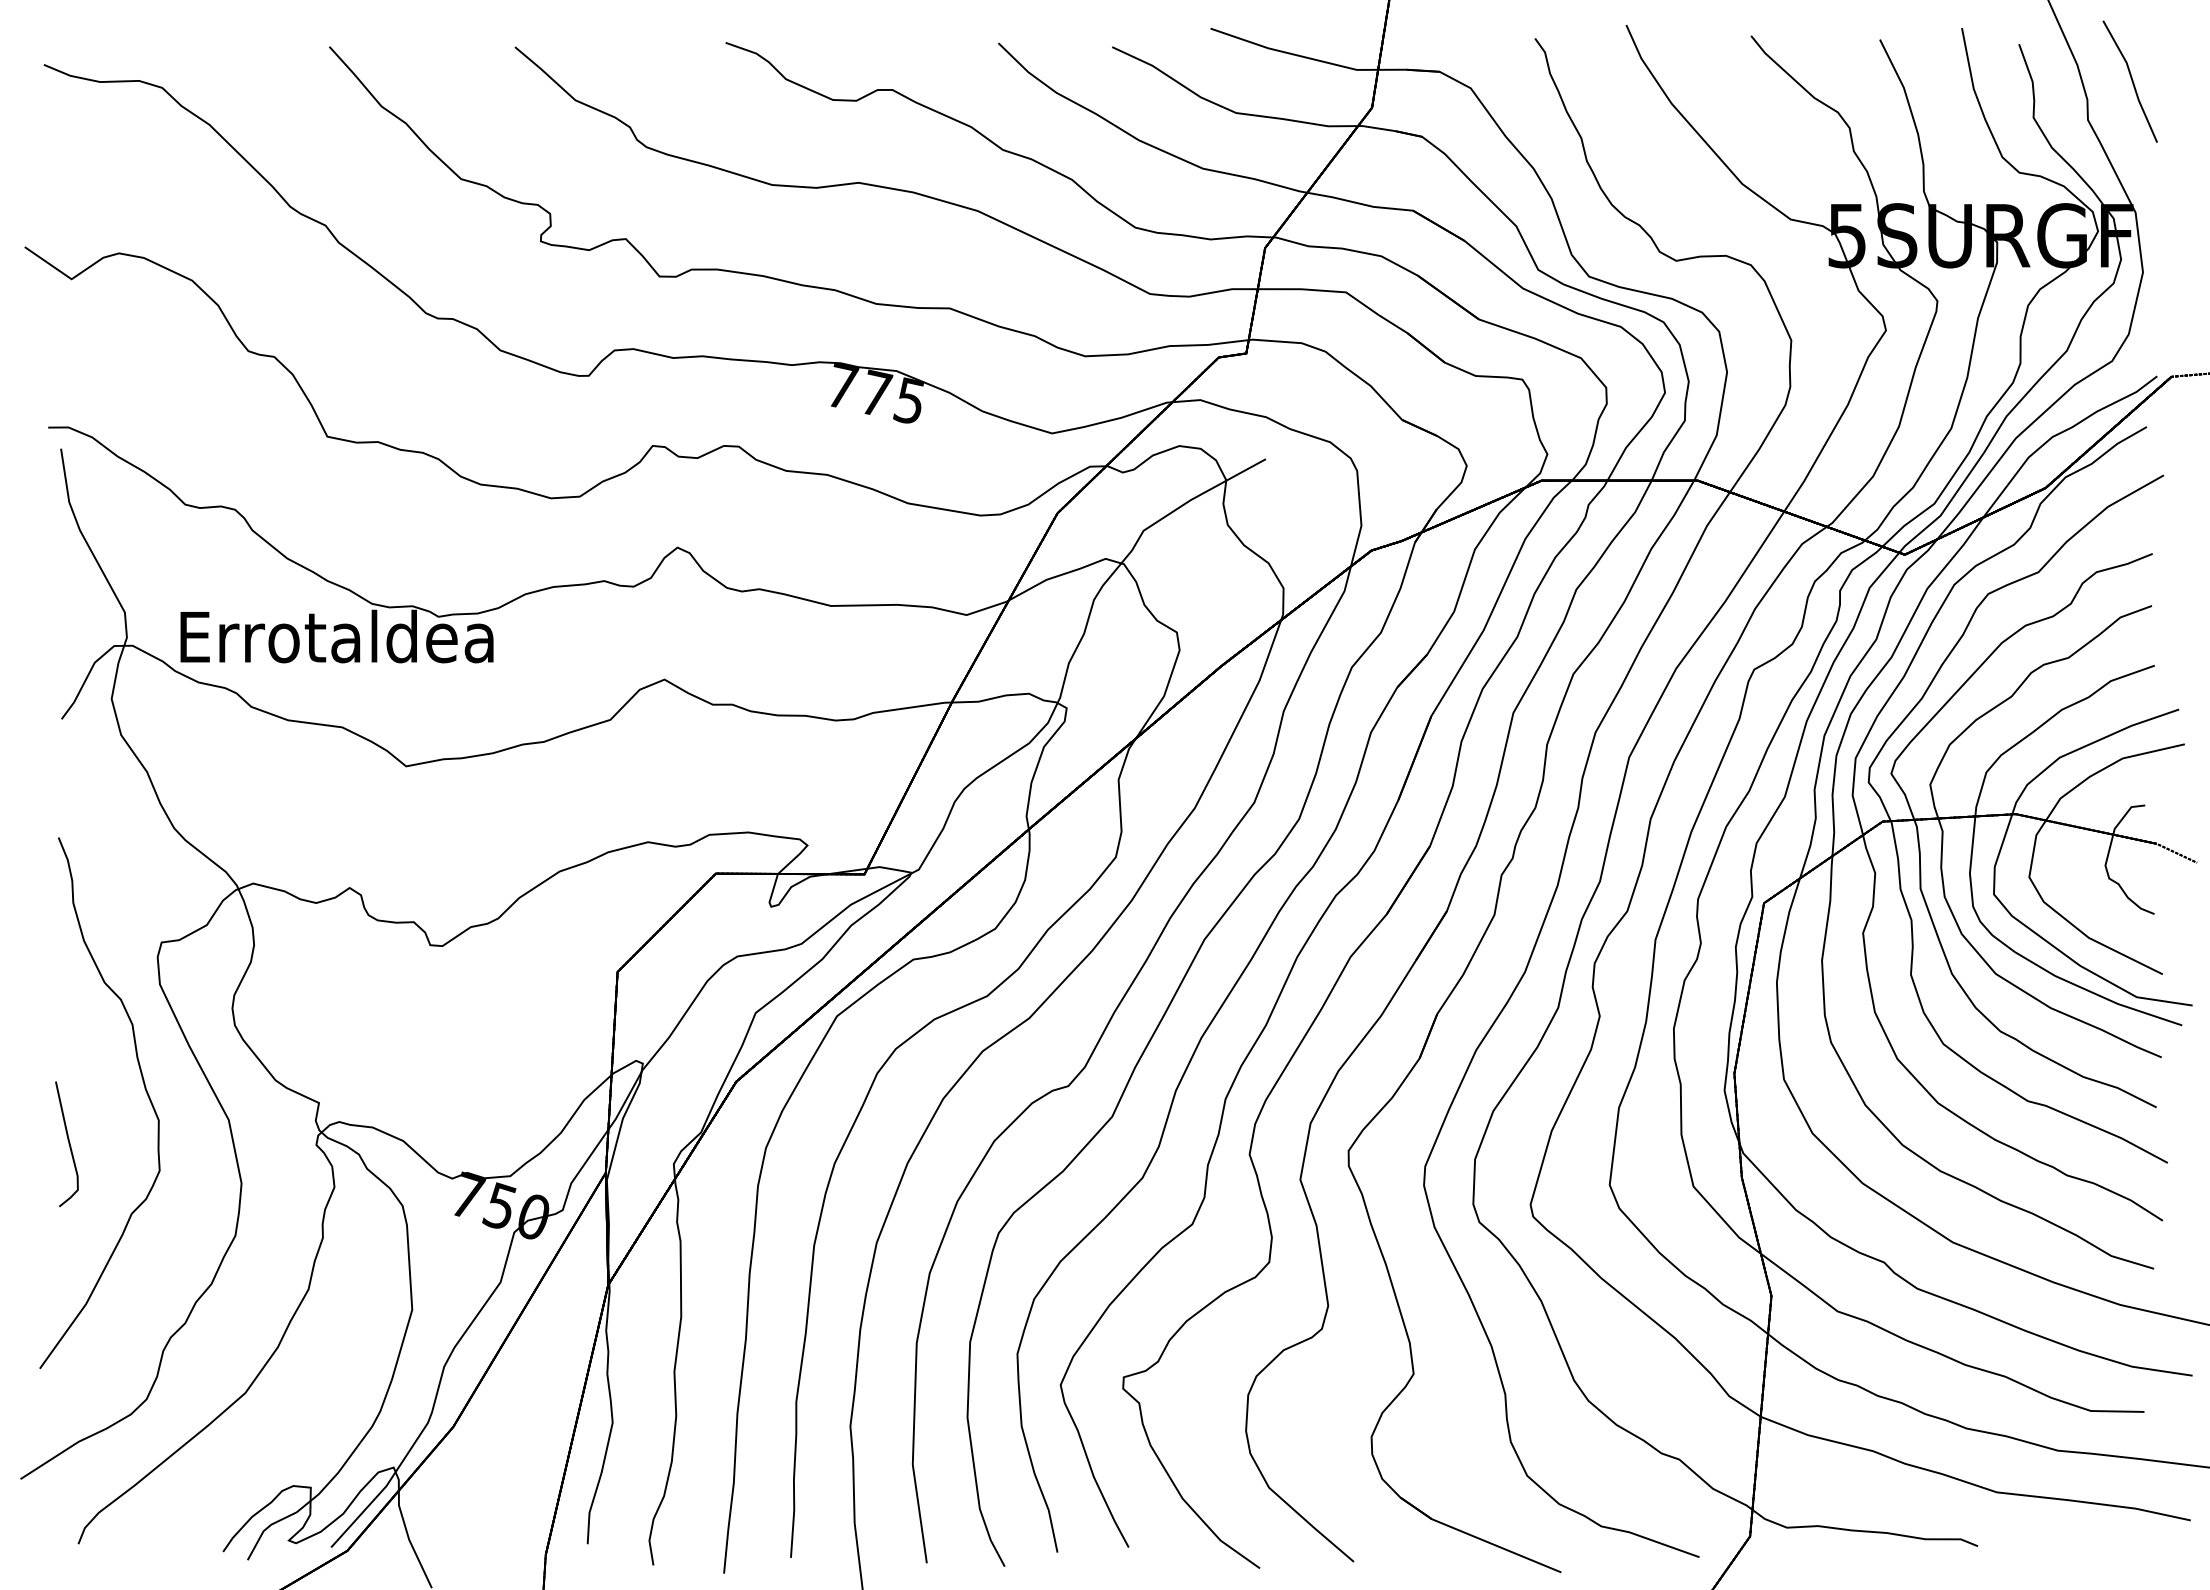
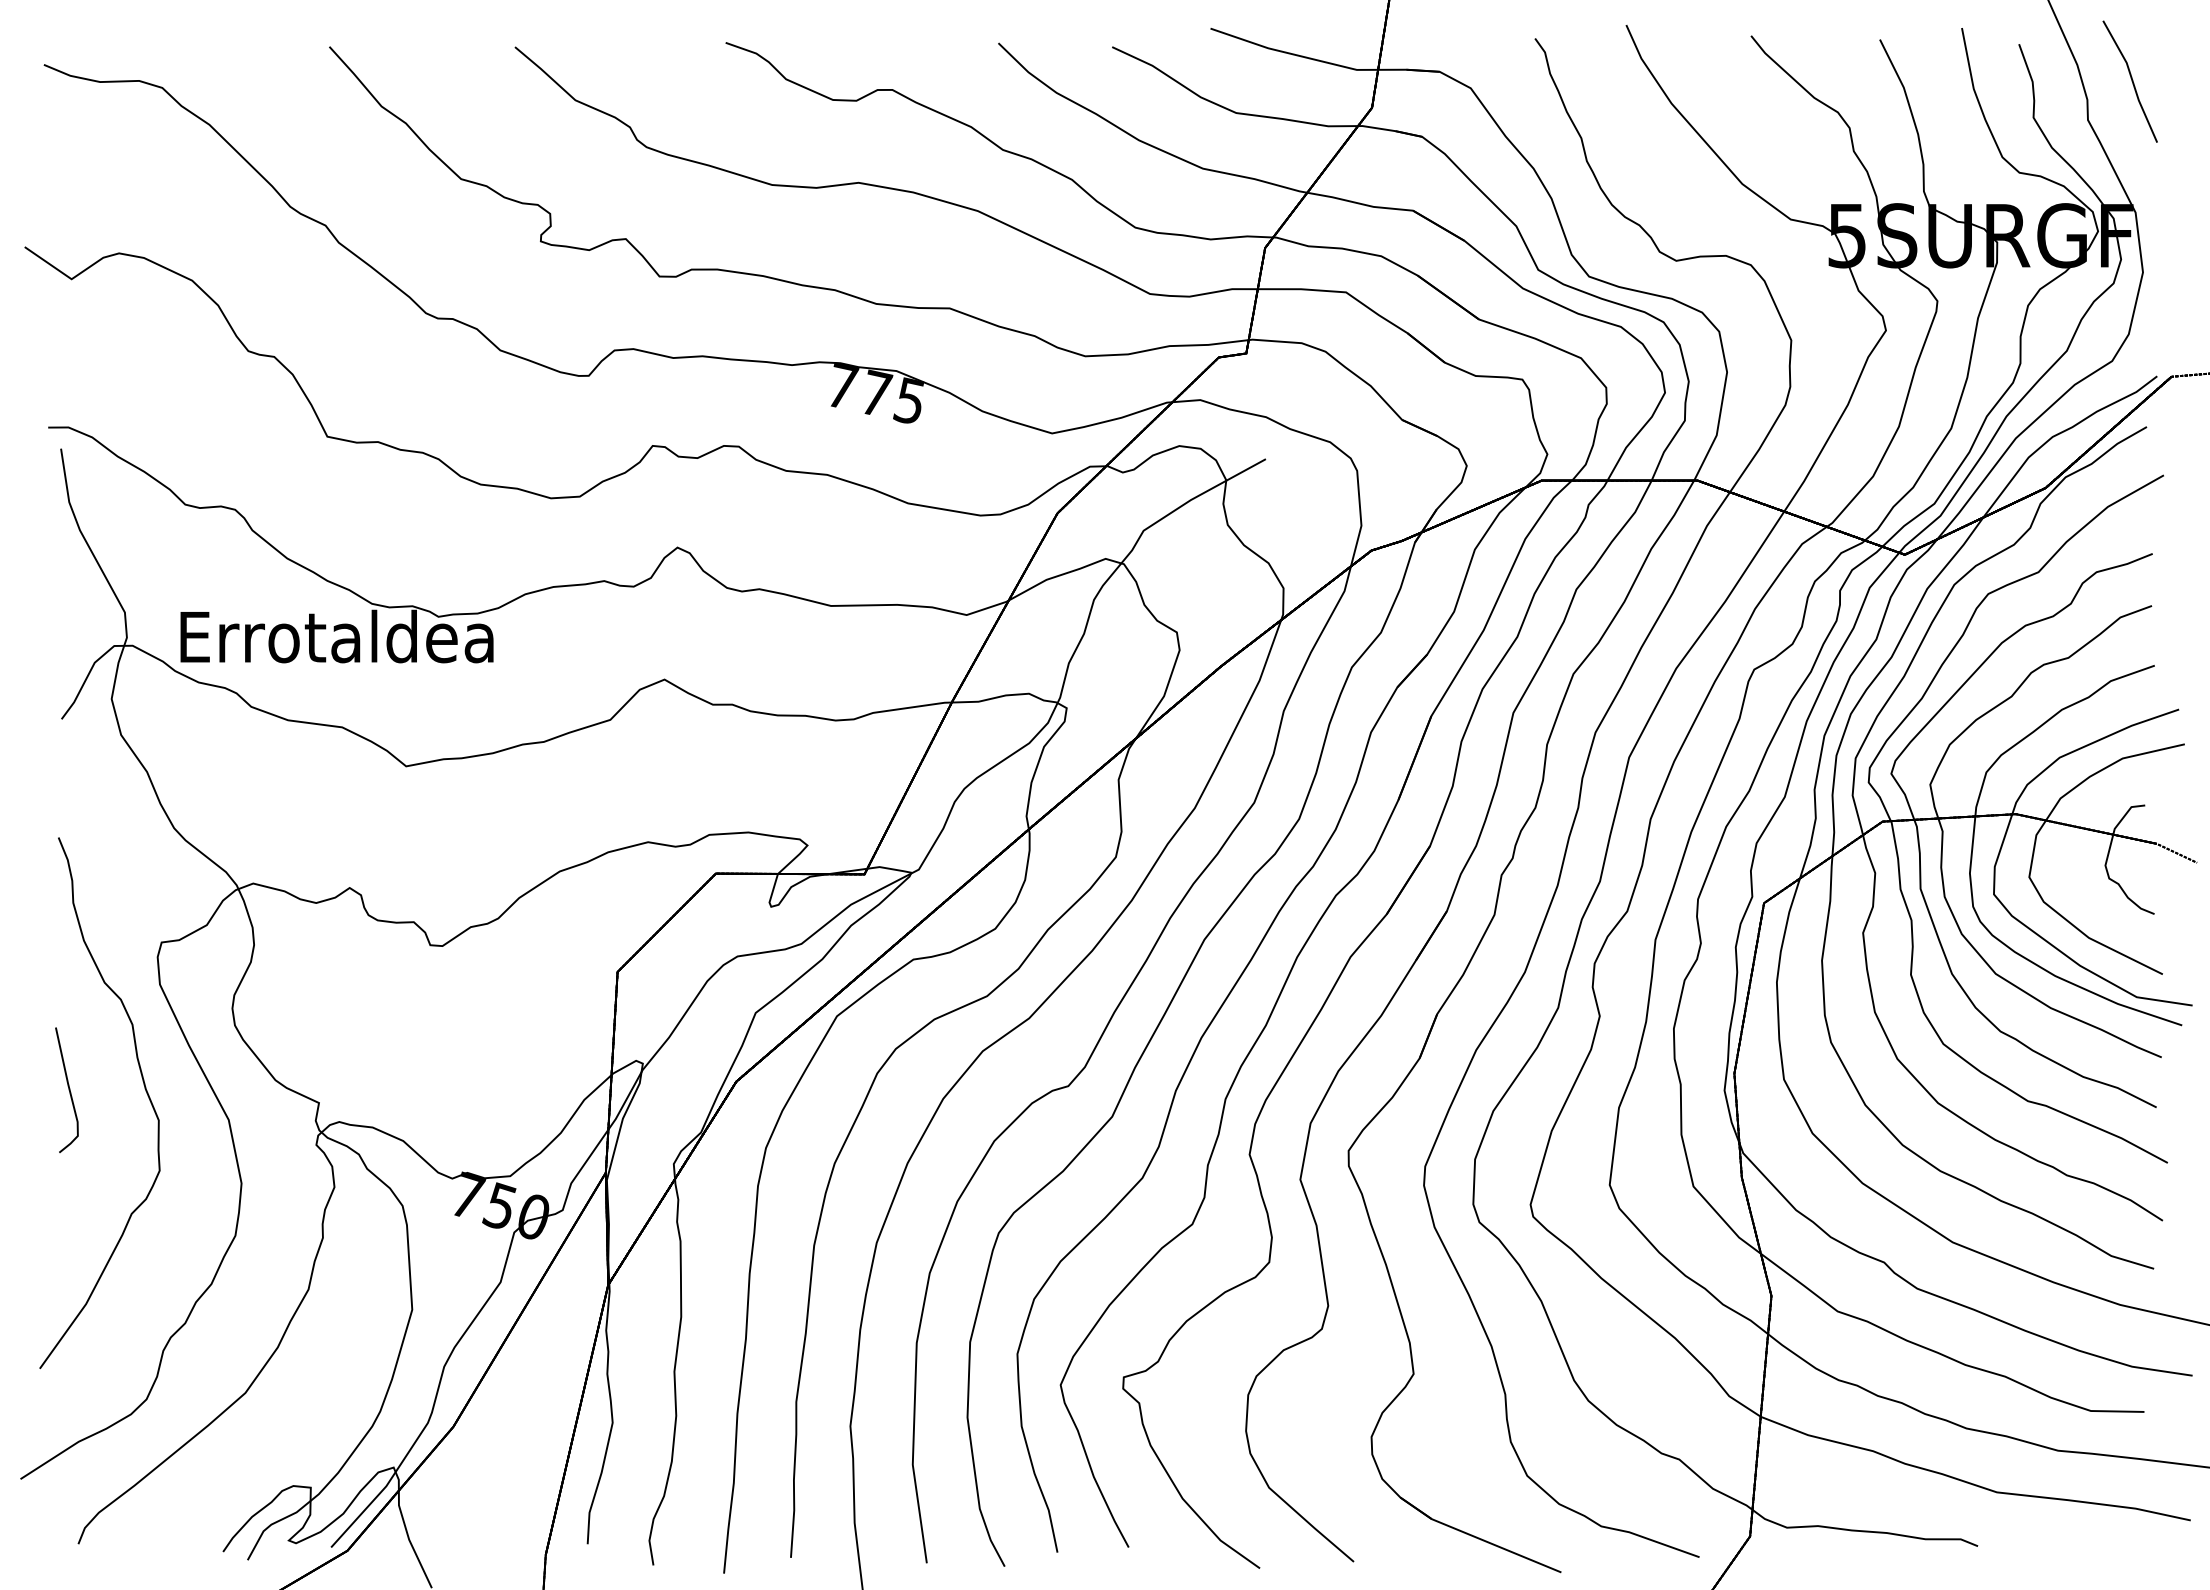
curve at (68, 1143) position: (68, 1143) -> (68, 1089)
